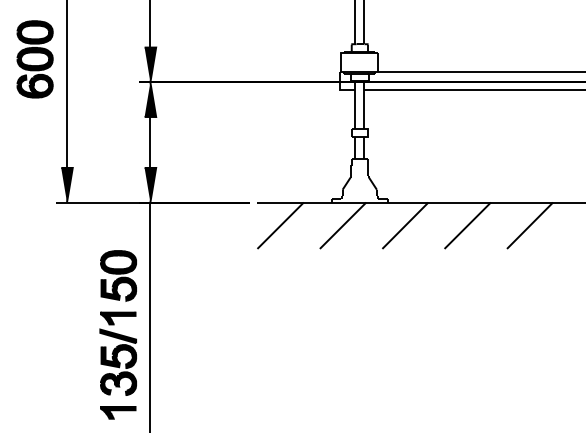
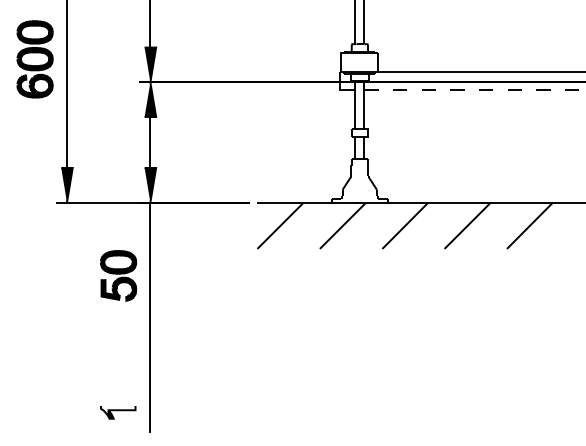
line at (475, 90): solid -> dashed
part at (117, 353): present -> none
fill at (117, 411): present -> none
